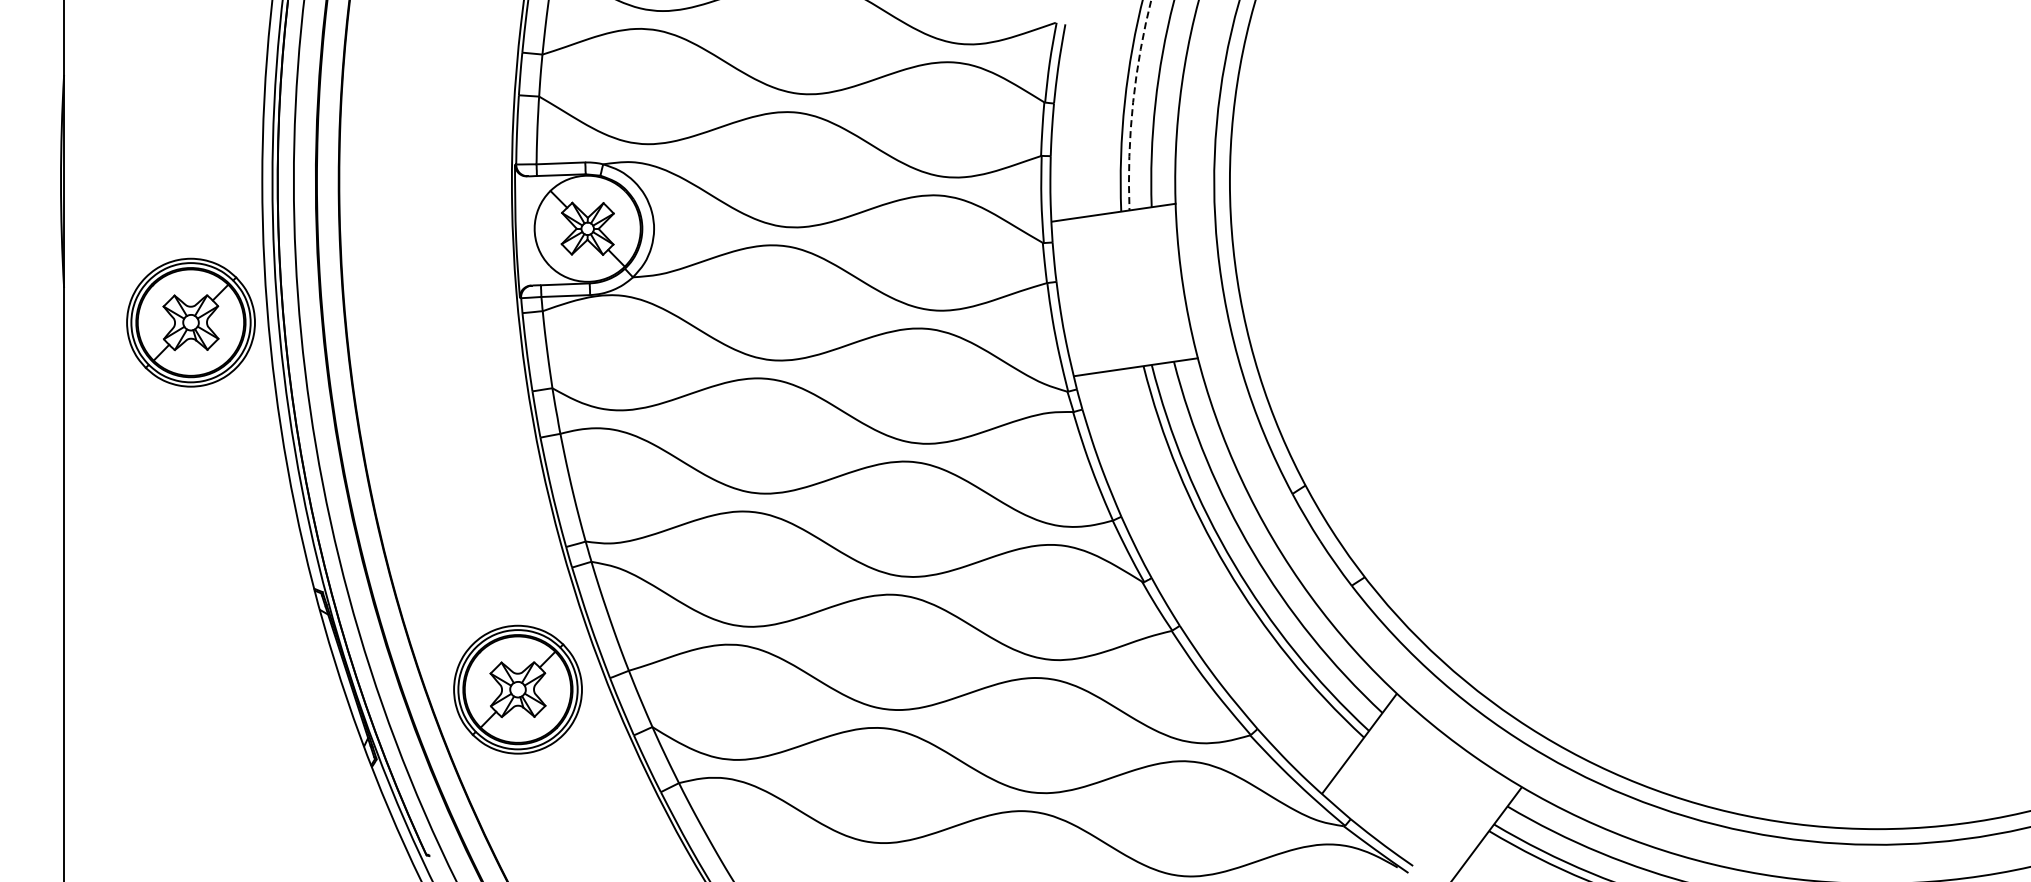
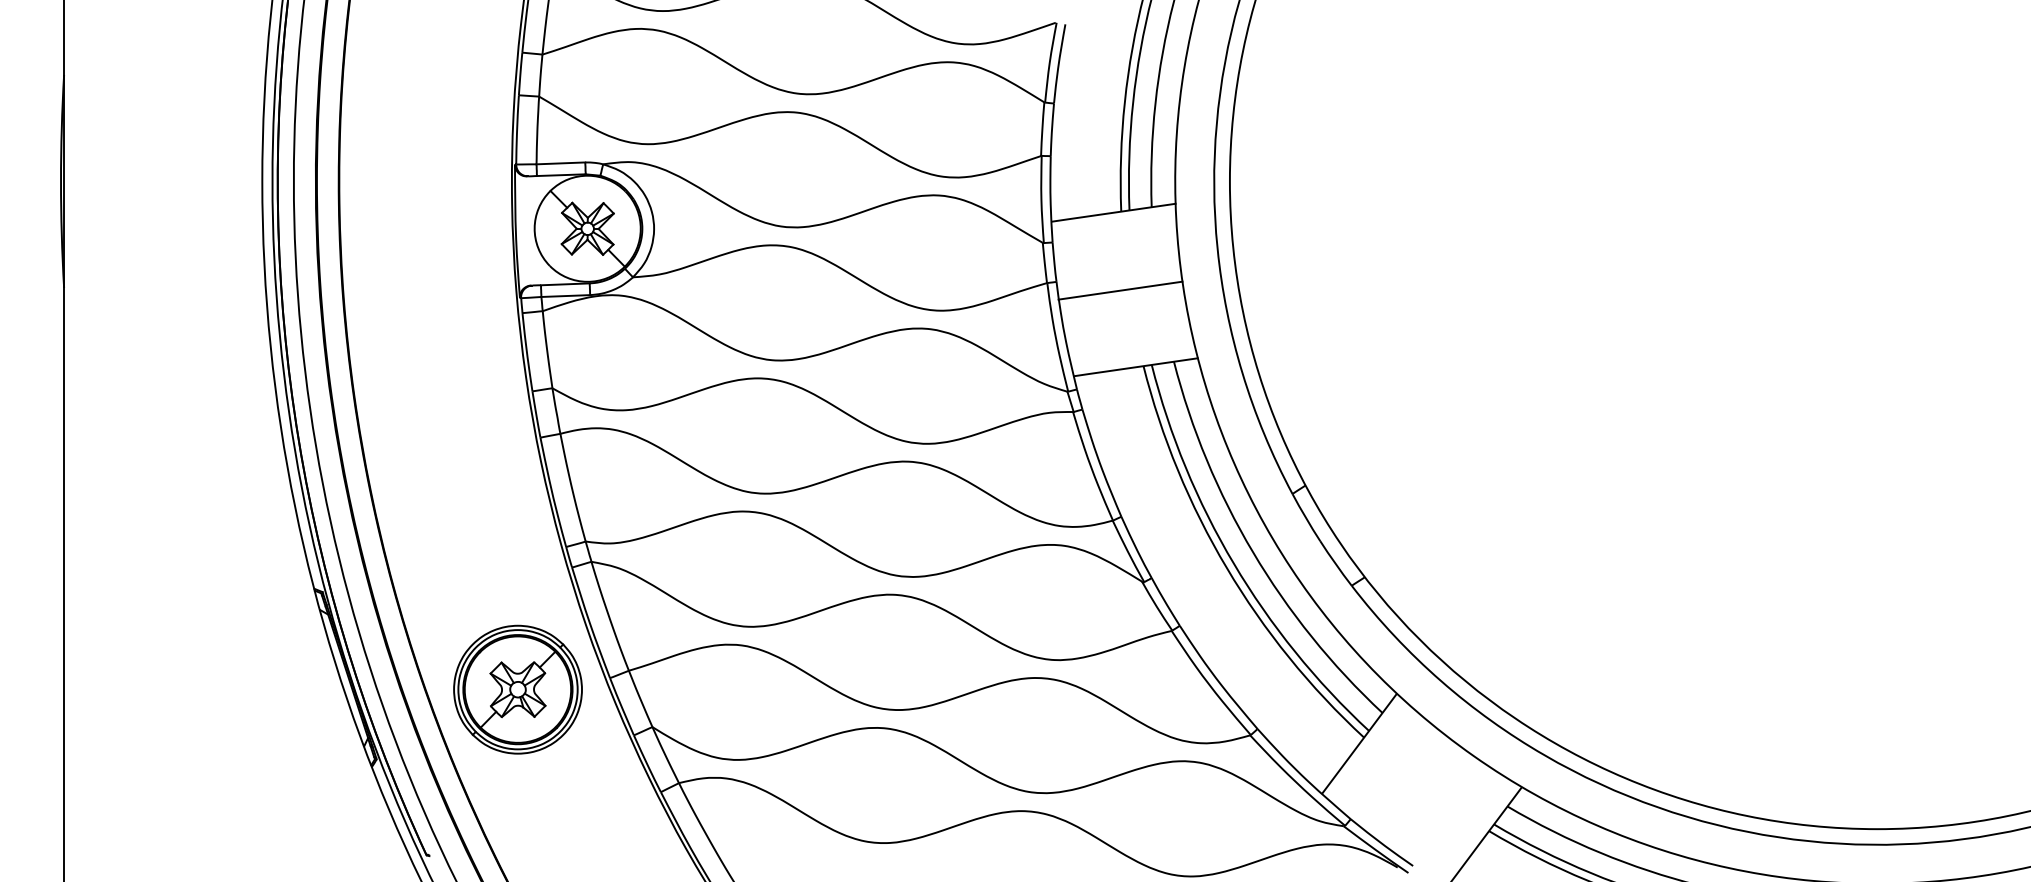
arc at (1132, 105): dashed -> solid
line at (1120, 290): none -> present
part at (190, 322): present -> none
